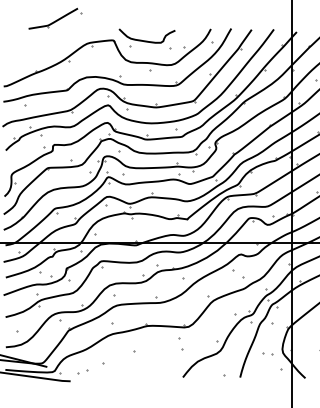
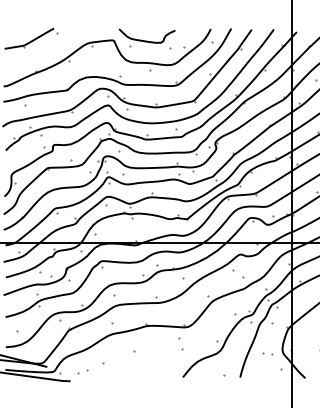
part at (55, 18) position: (55, 18) -> (31, 38)
